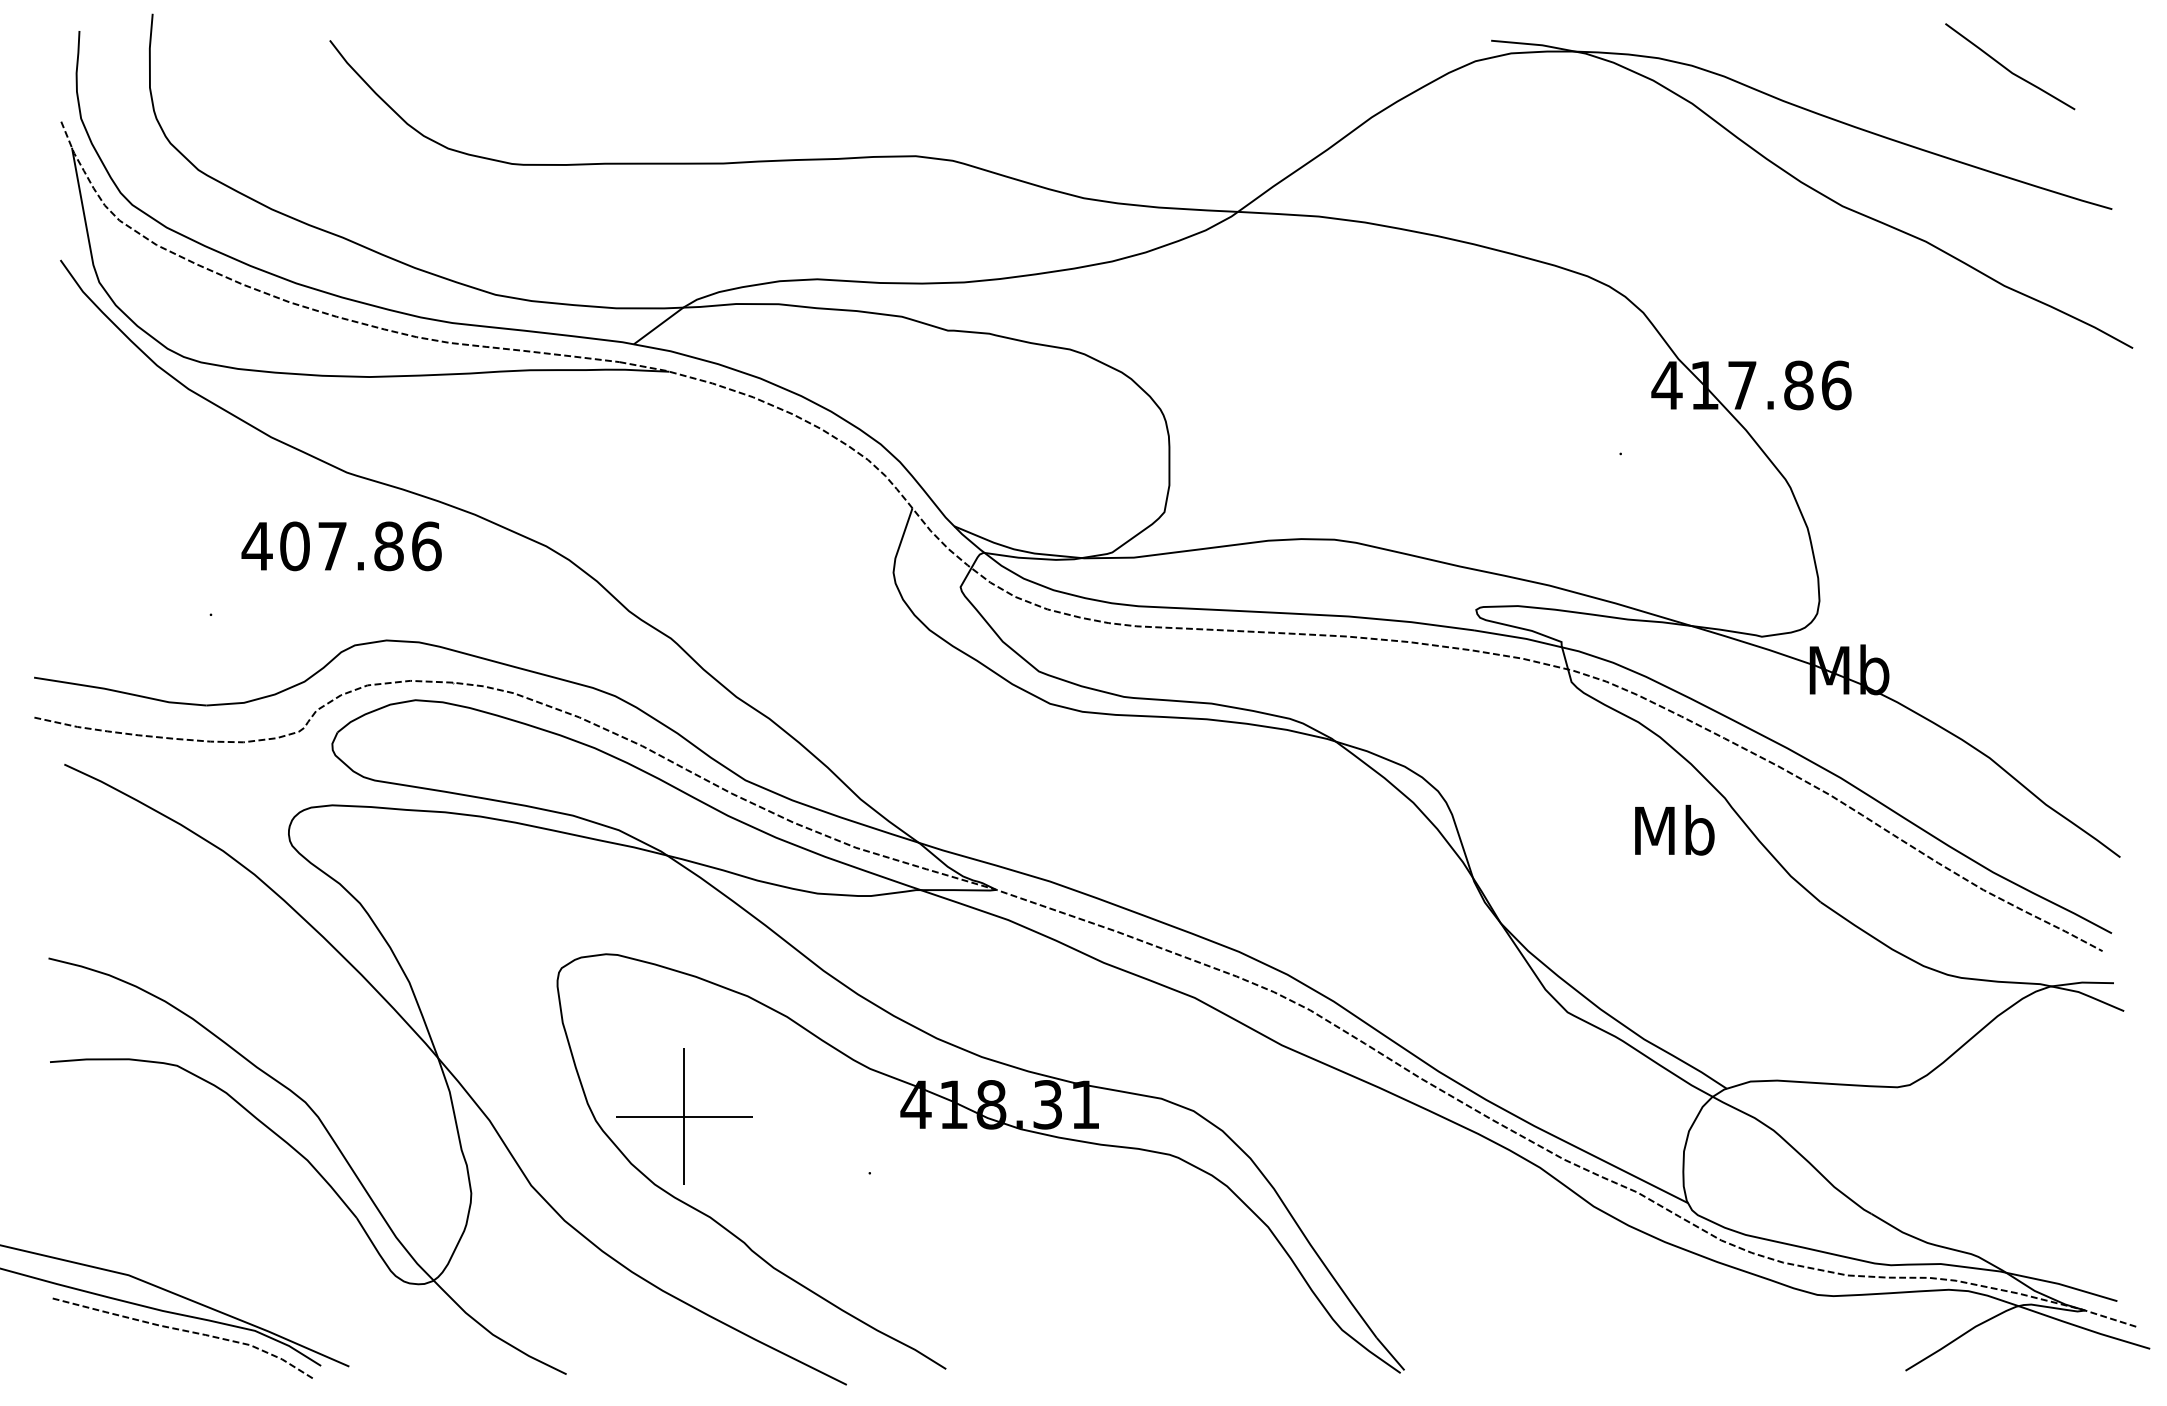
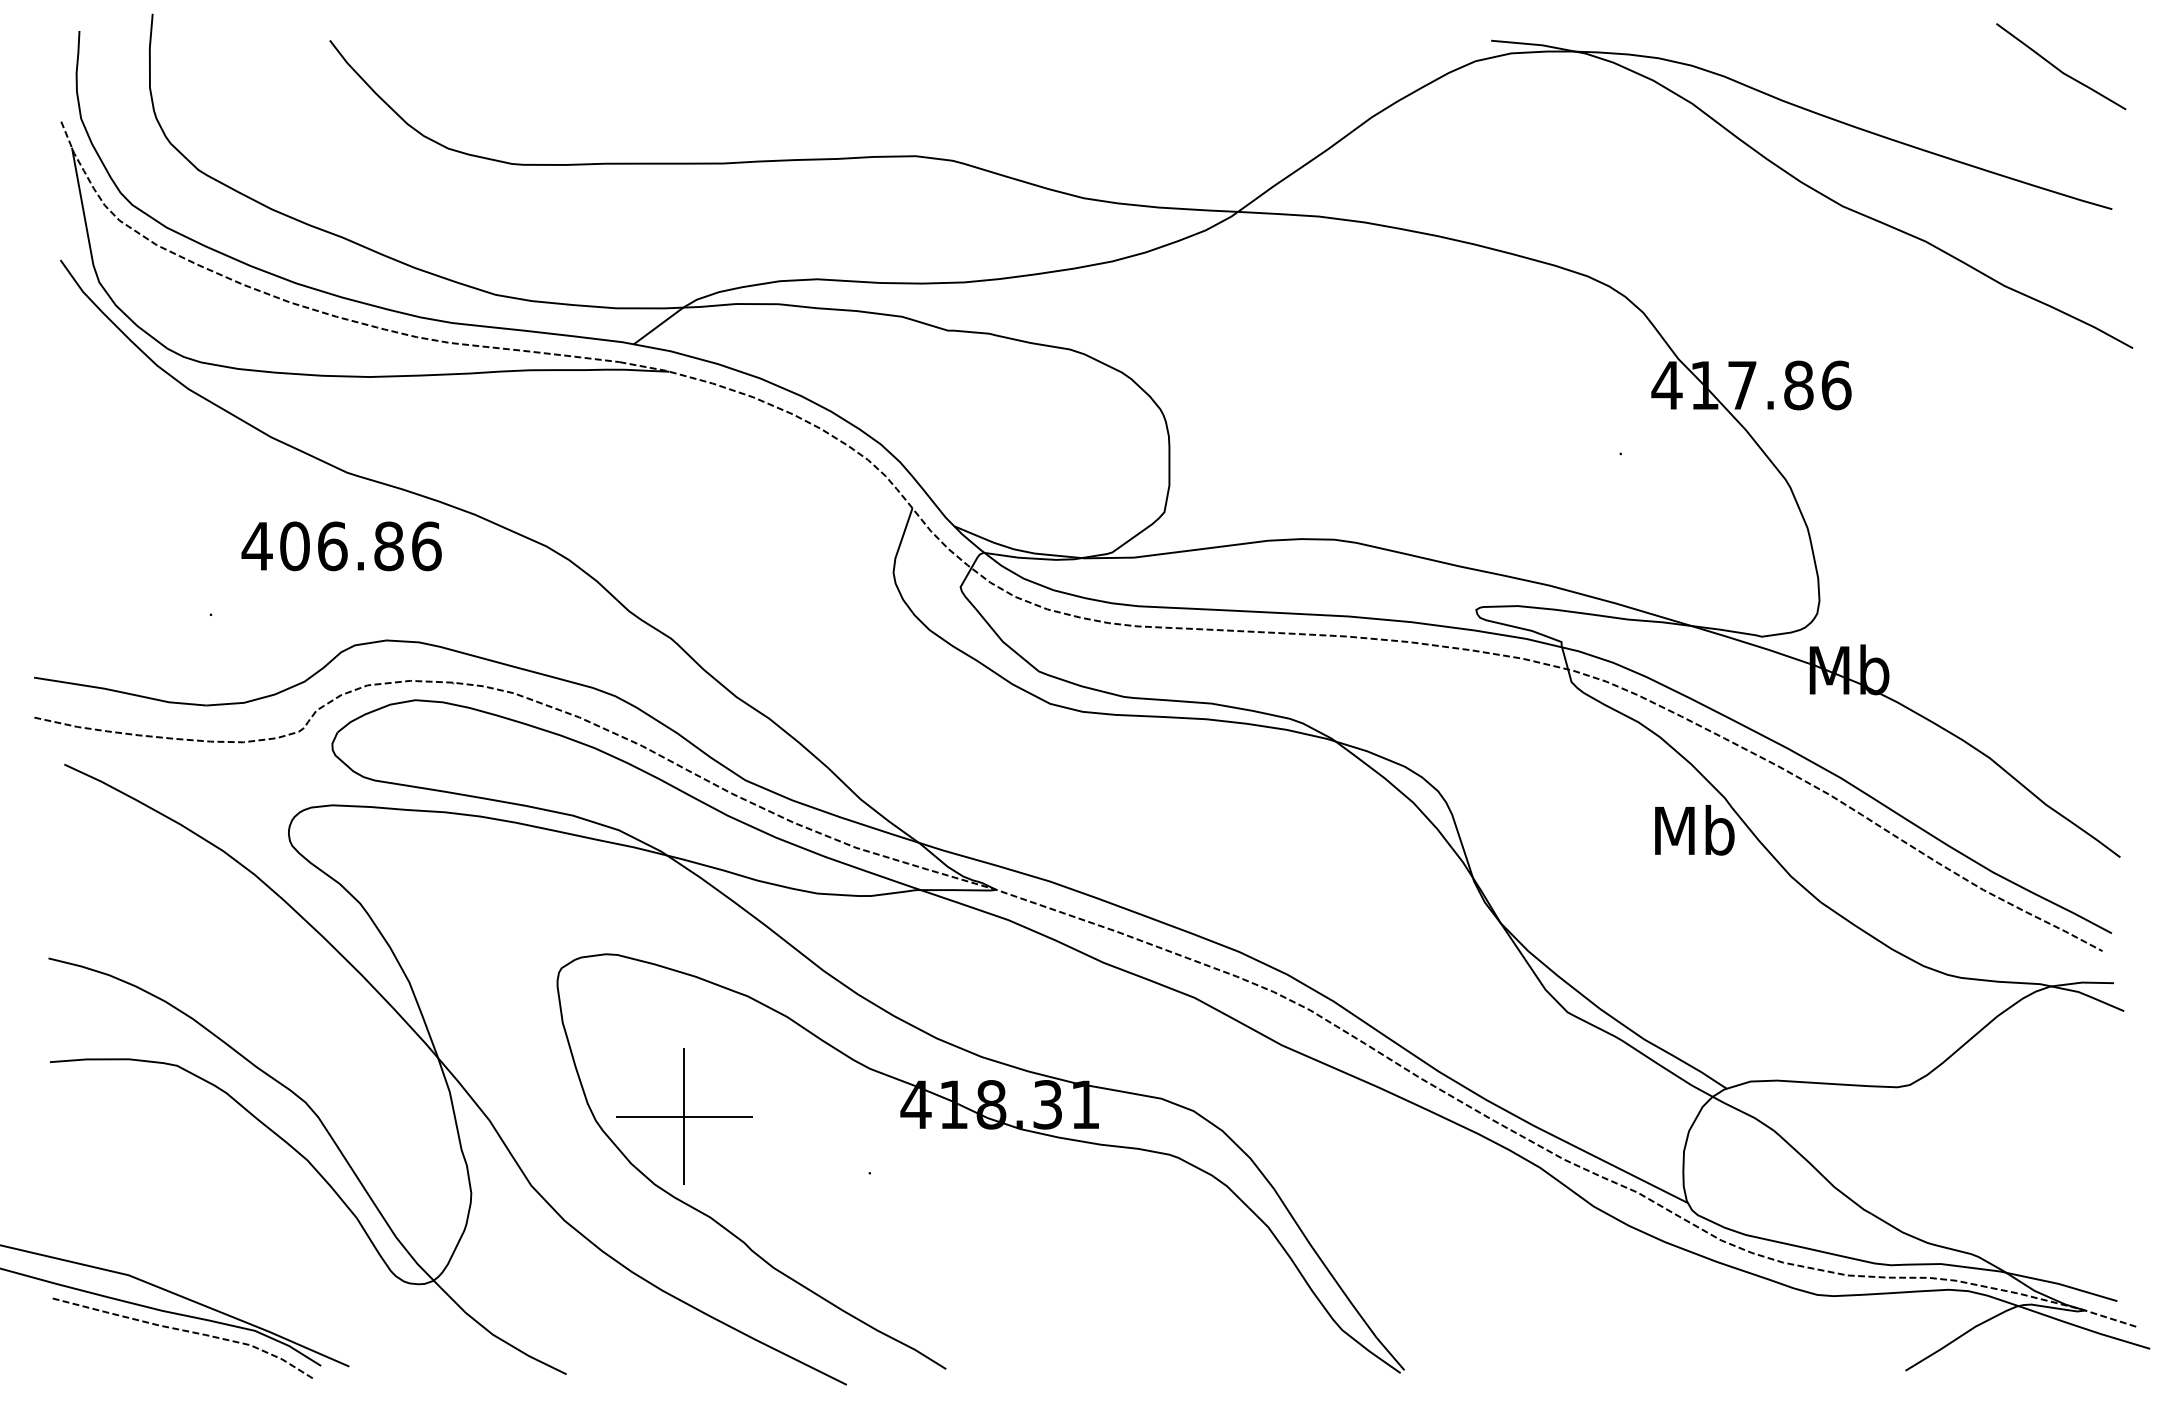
line at (2009, 69) position: (2009, 69) -> (2060, 69)
text at (332, 546): 407.86 -> 406.86
text at (1674, 829) position: (1674, 829) -> (1694, 829)
